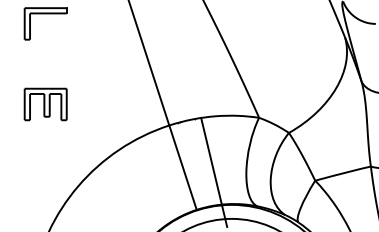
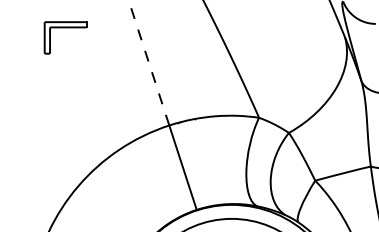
part at (45, 14) position: (45, 14) -> (65, 28)
line at (148, 62): solid -> dashed
part at (45, 104): present -> none
line at (214, 171): present -> none
